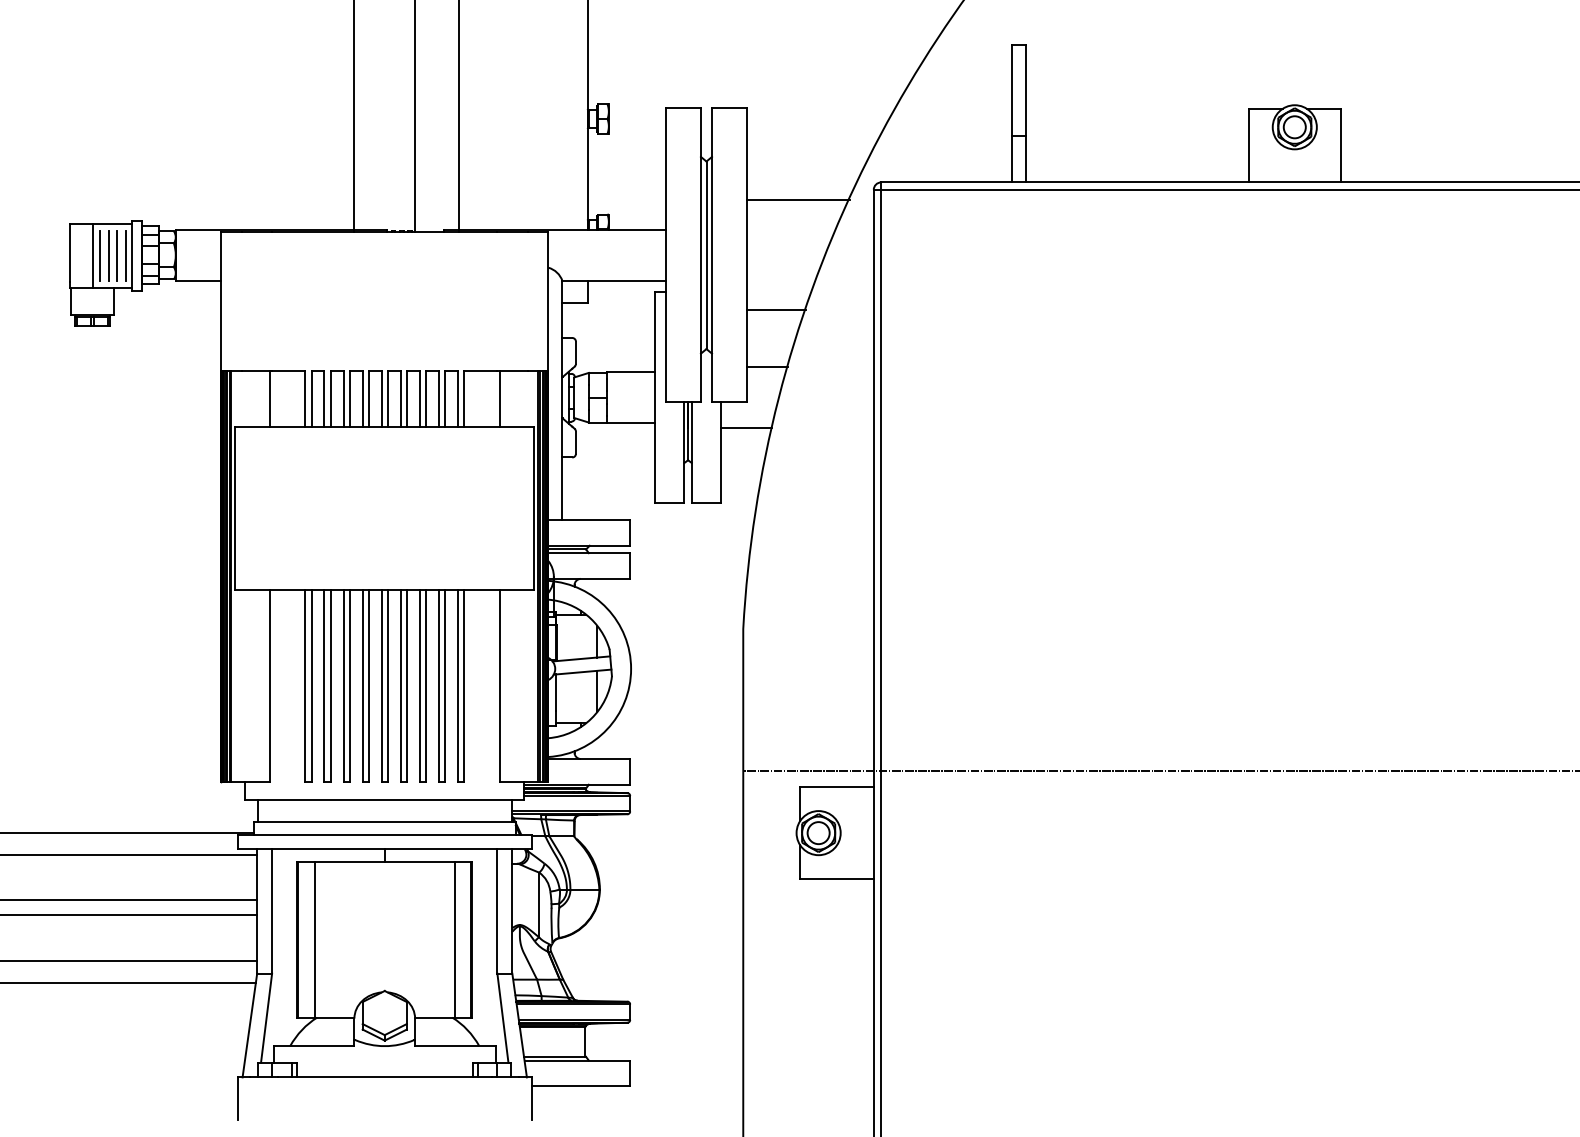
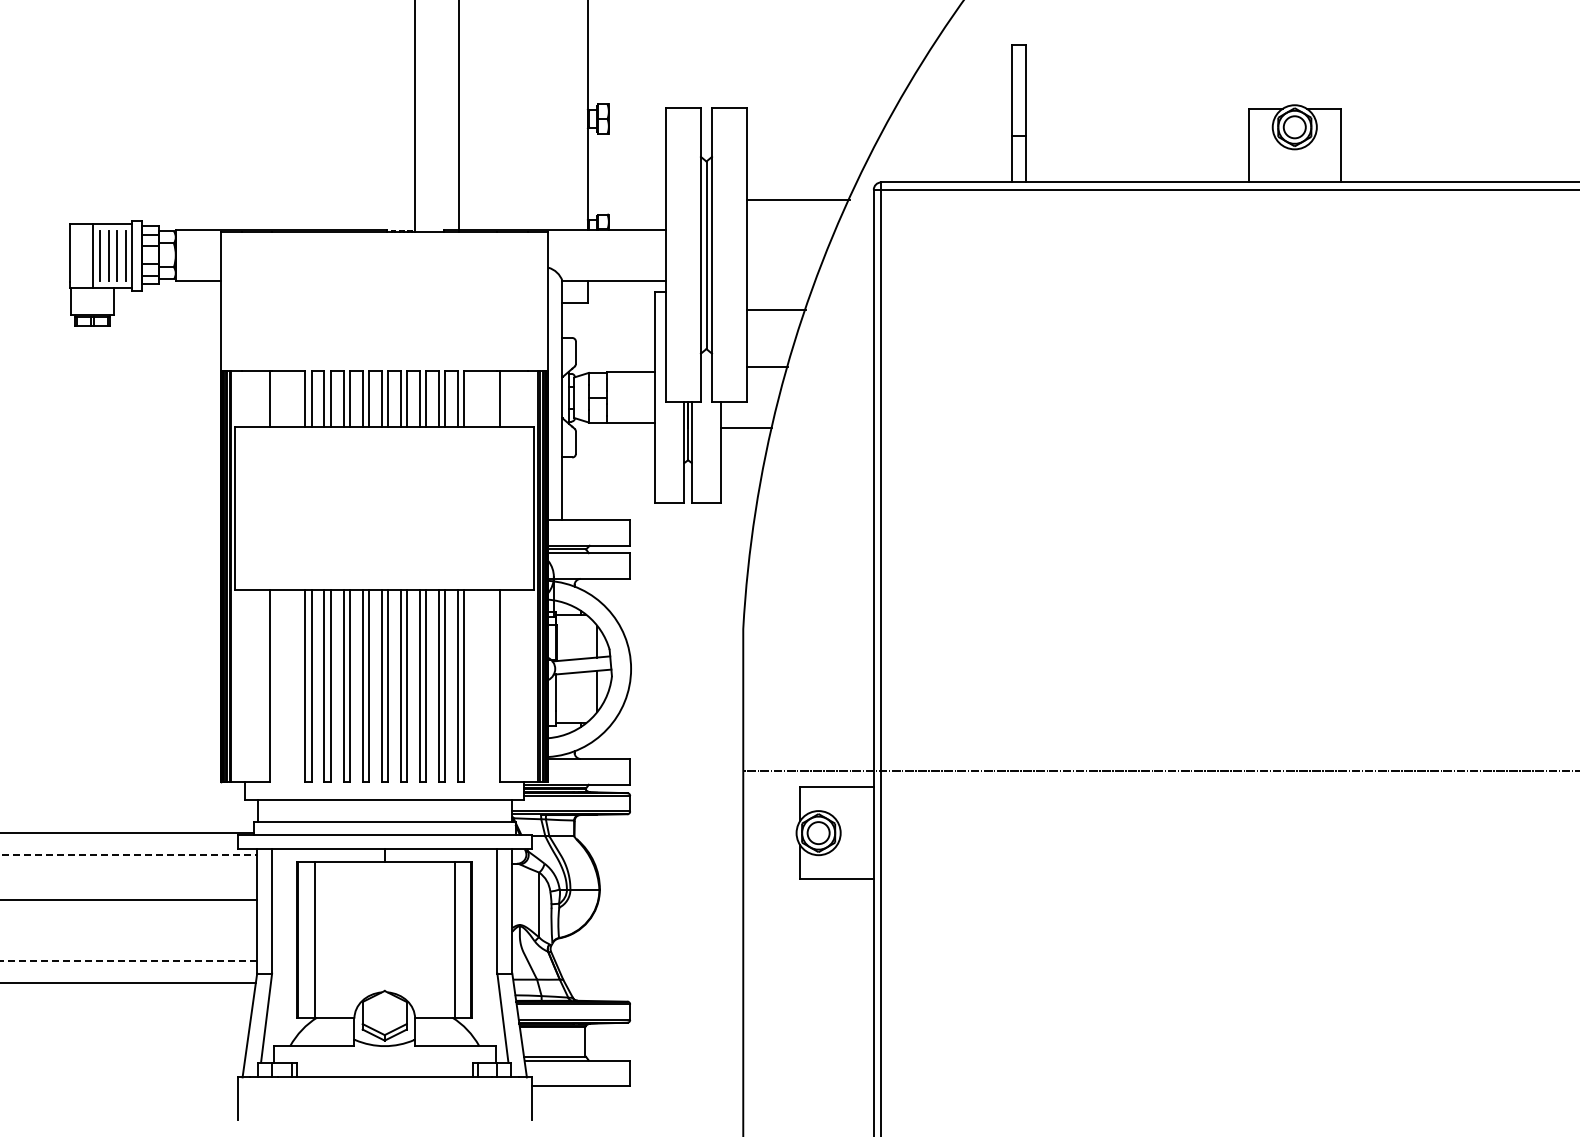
line at (354, 116): present -> none
line at (129, 854): solid -> dashed
line at (129, 915): present -> none
line at (128, 961): solid -> dashed
